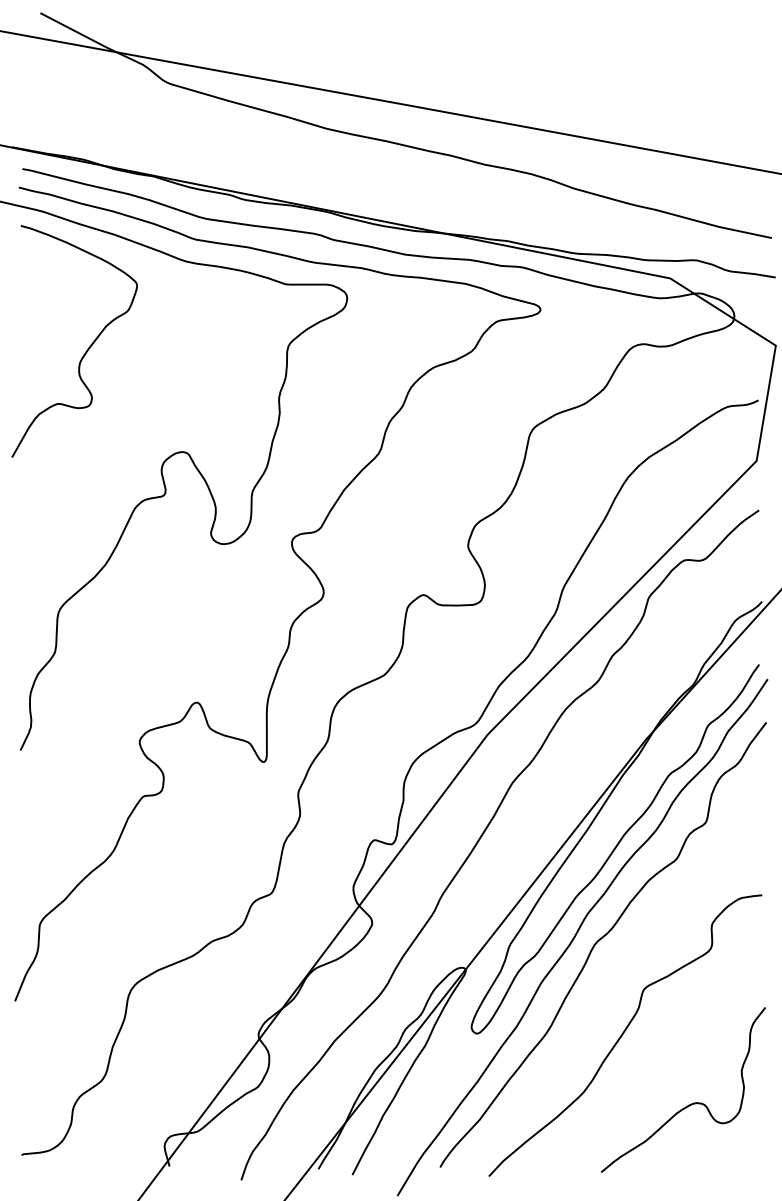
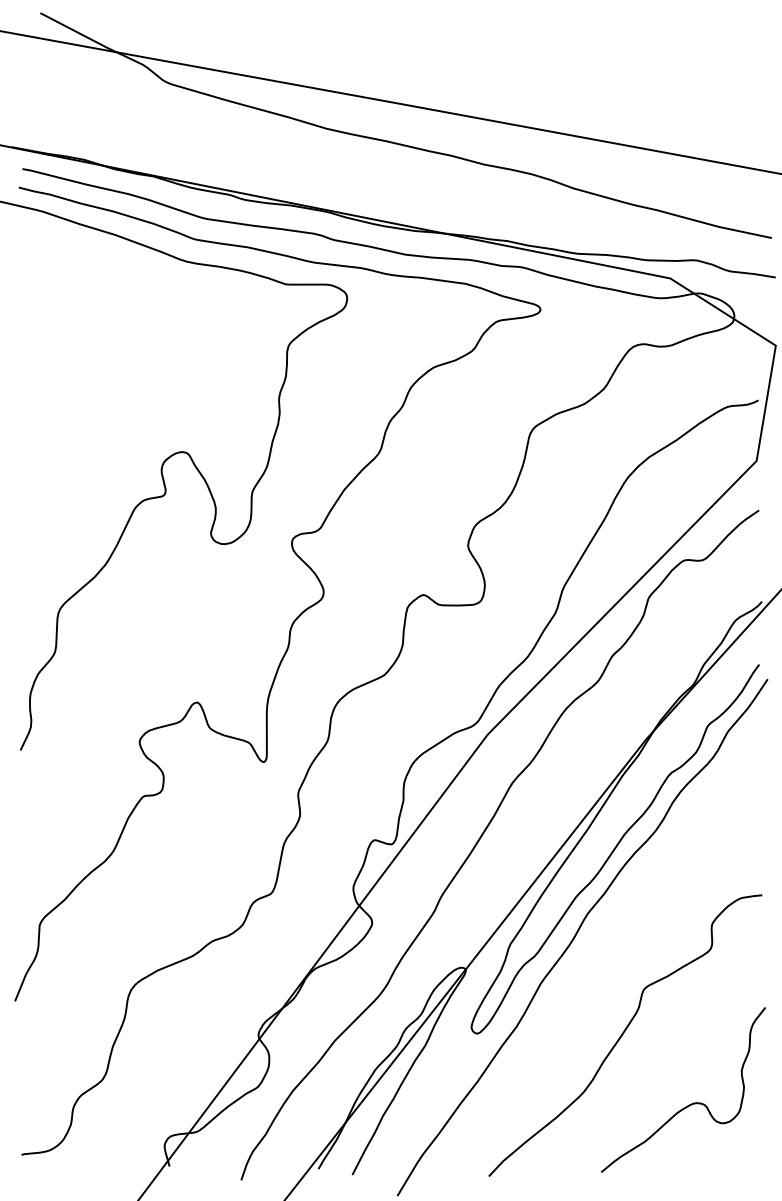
curve at (87, 348): present -> none
curve at (599, 941): present -> none
